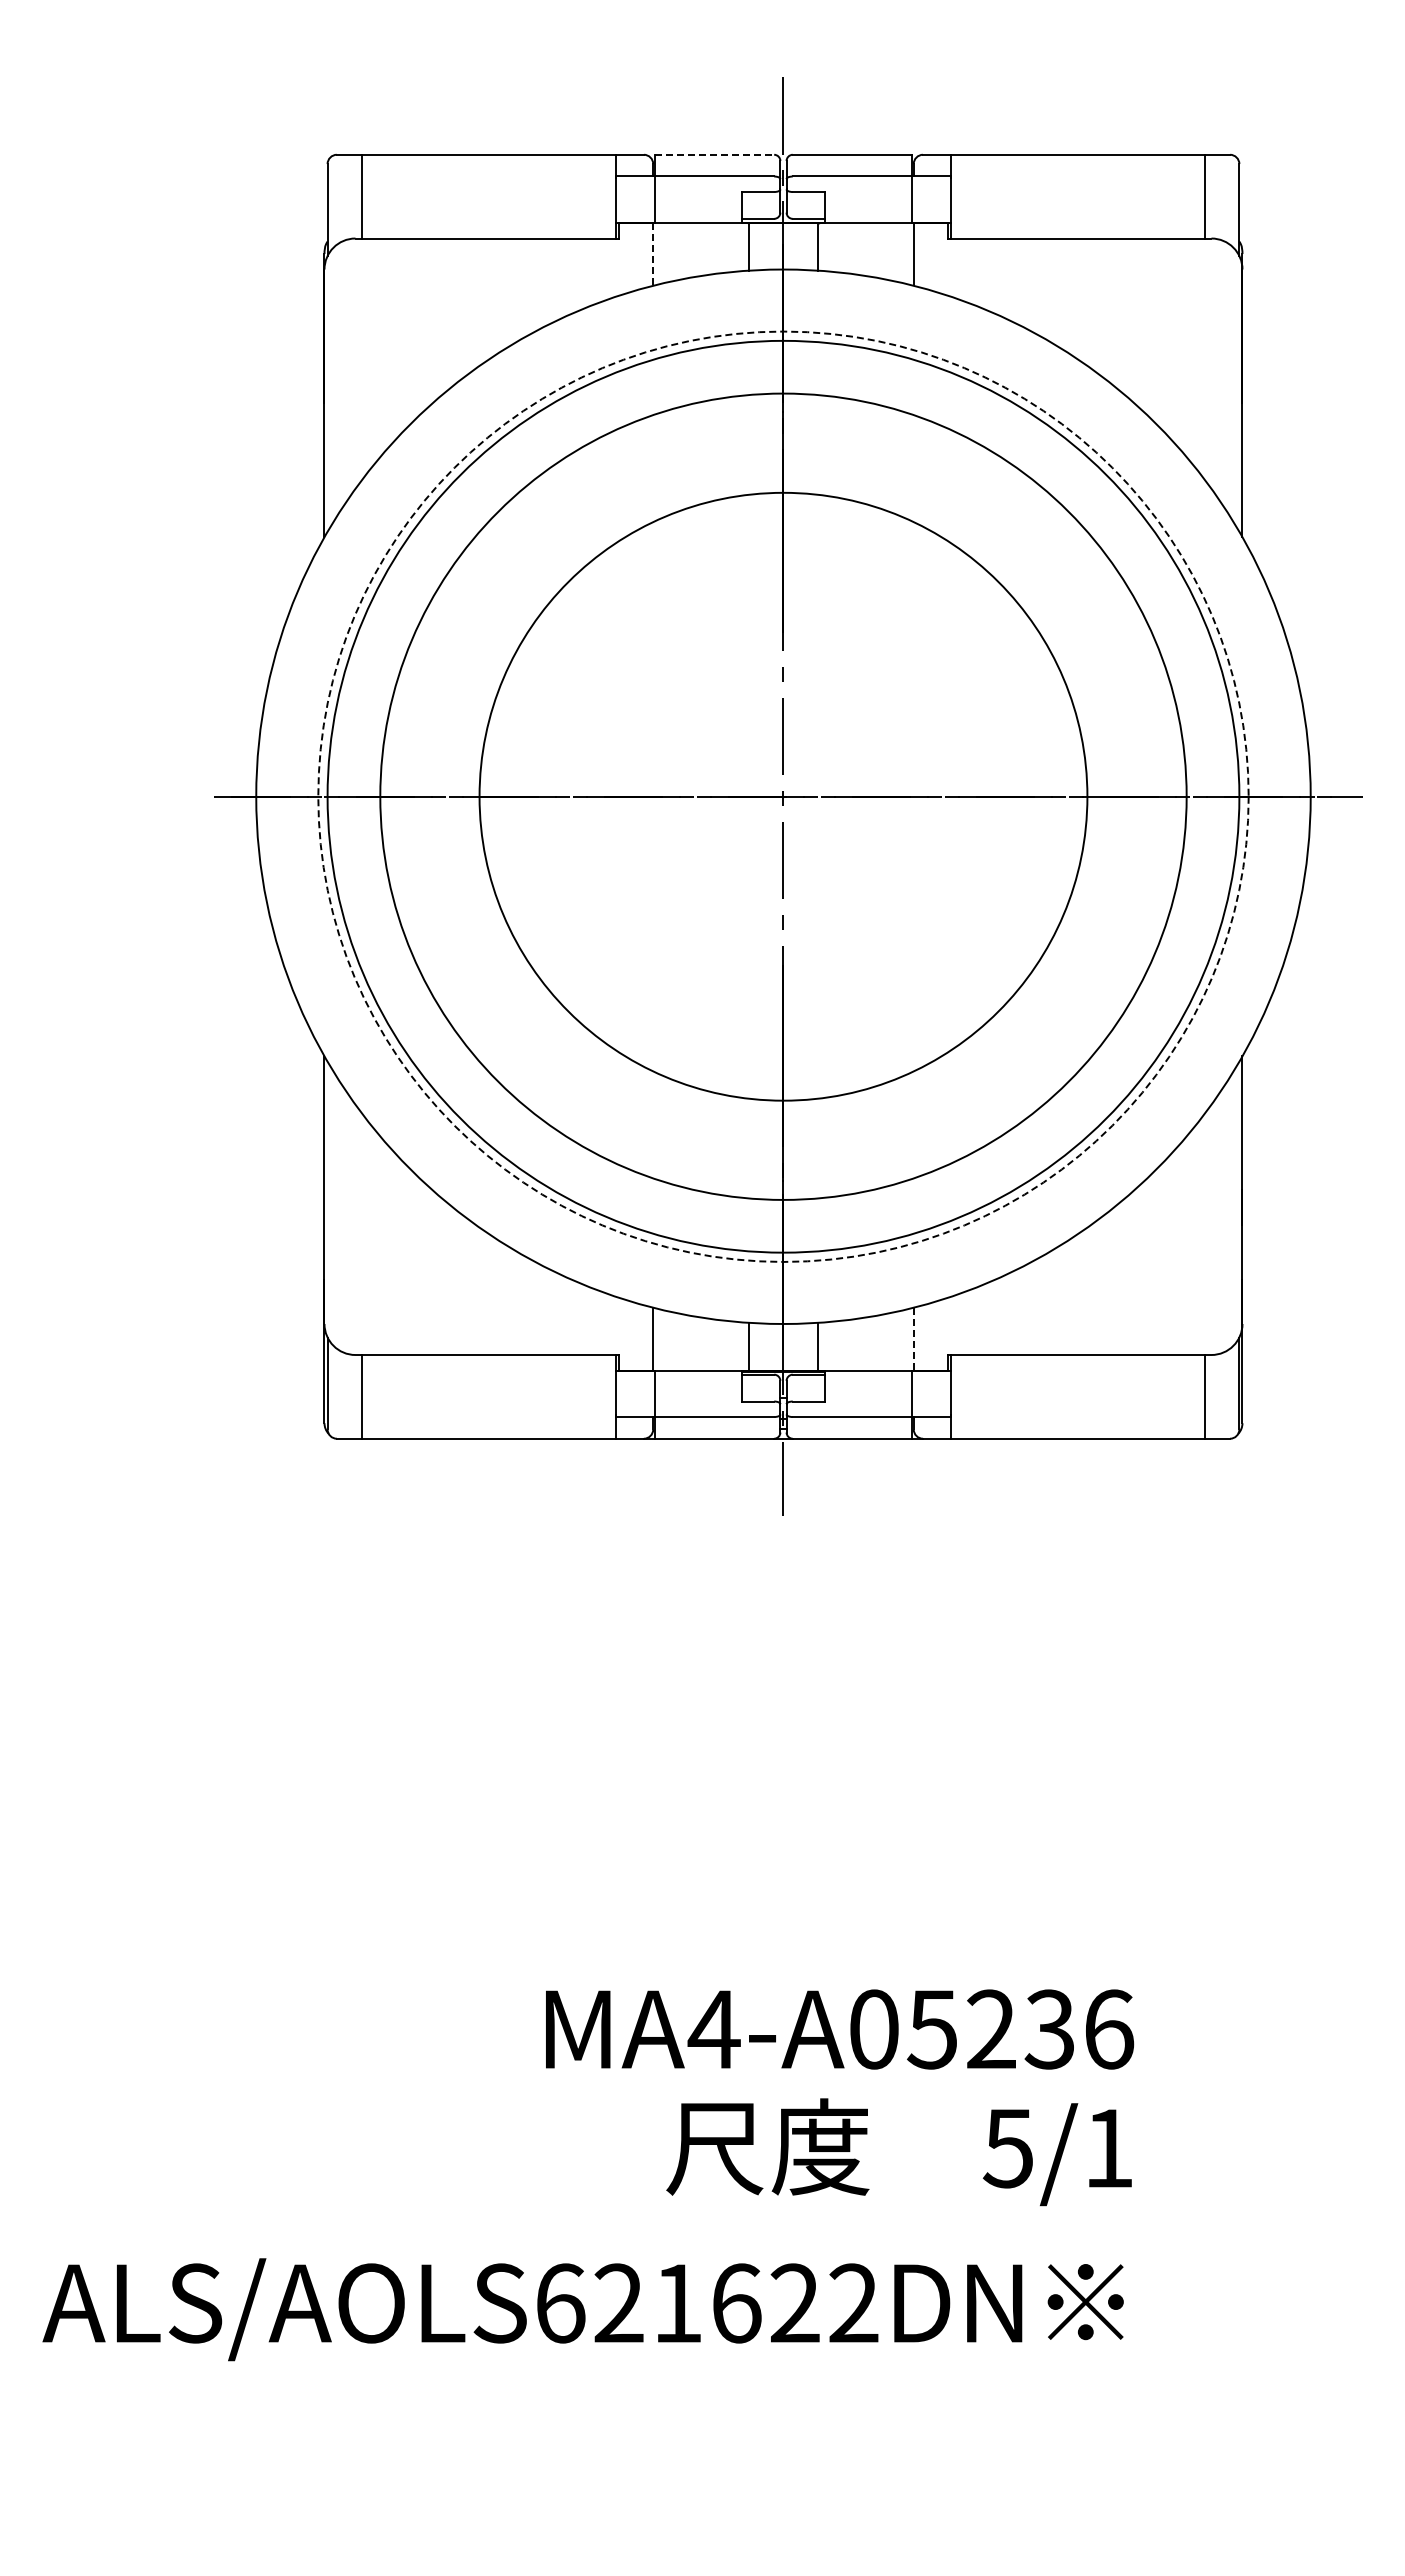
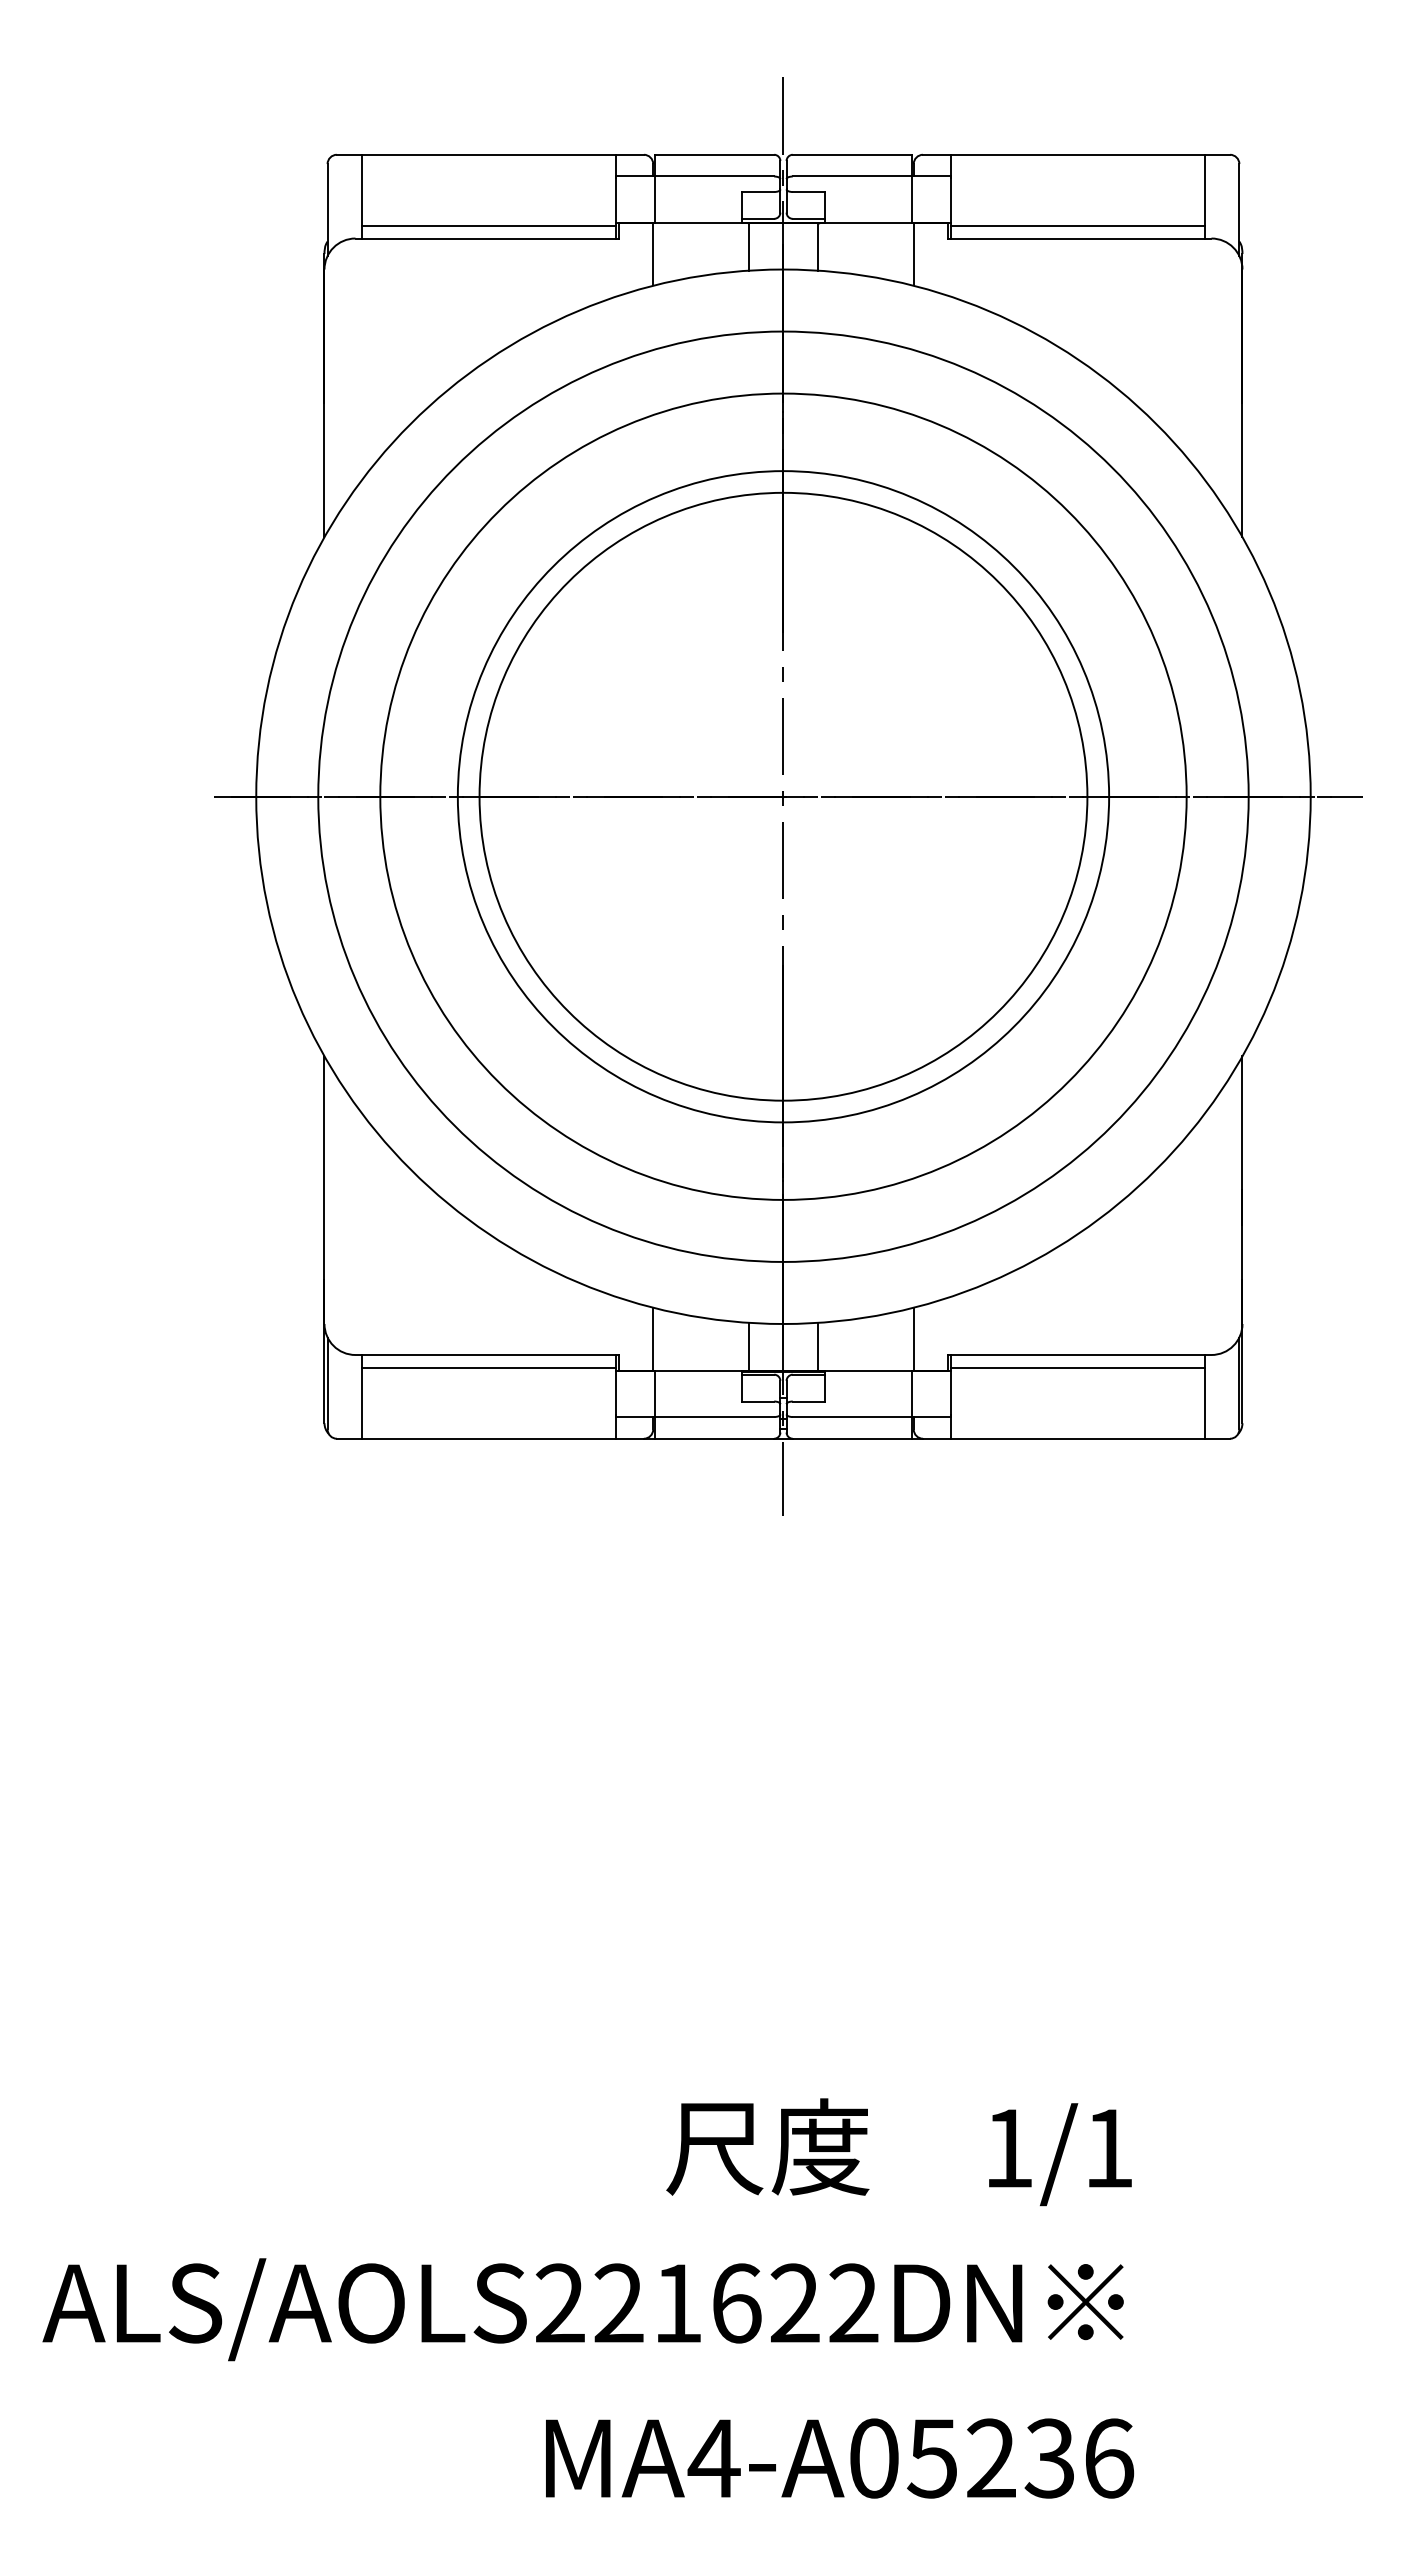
line at (714, 154): dashed -> solid
line at (488, 225): none -> present
line at (1077, 225): none -> present
line at (653, 253): dashed -> solid
circle at (783, 796) diameter: 912 px -> 651 px
circle at (783, 796): dashed -> solid
line at (913, 1339): dashed -> solid
line at (488, 1367): none -> present
line at (1077, 1367): none -> present
text at (840, 2029) position: (840, 2029) -> (840, 2458)
text at (1007, 2148): 5/1 -> 1/1
text at (560, 2303): ALS/AOLS621622DN -> ALS/AOLS221622DN
